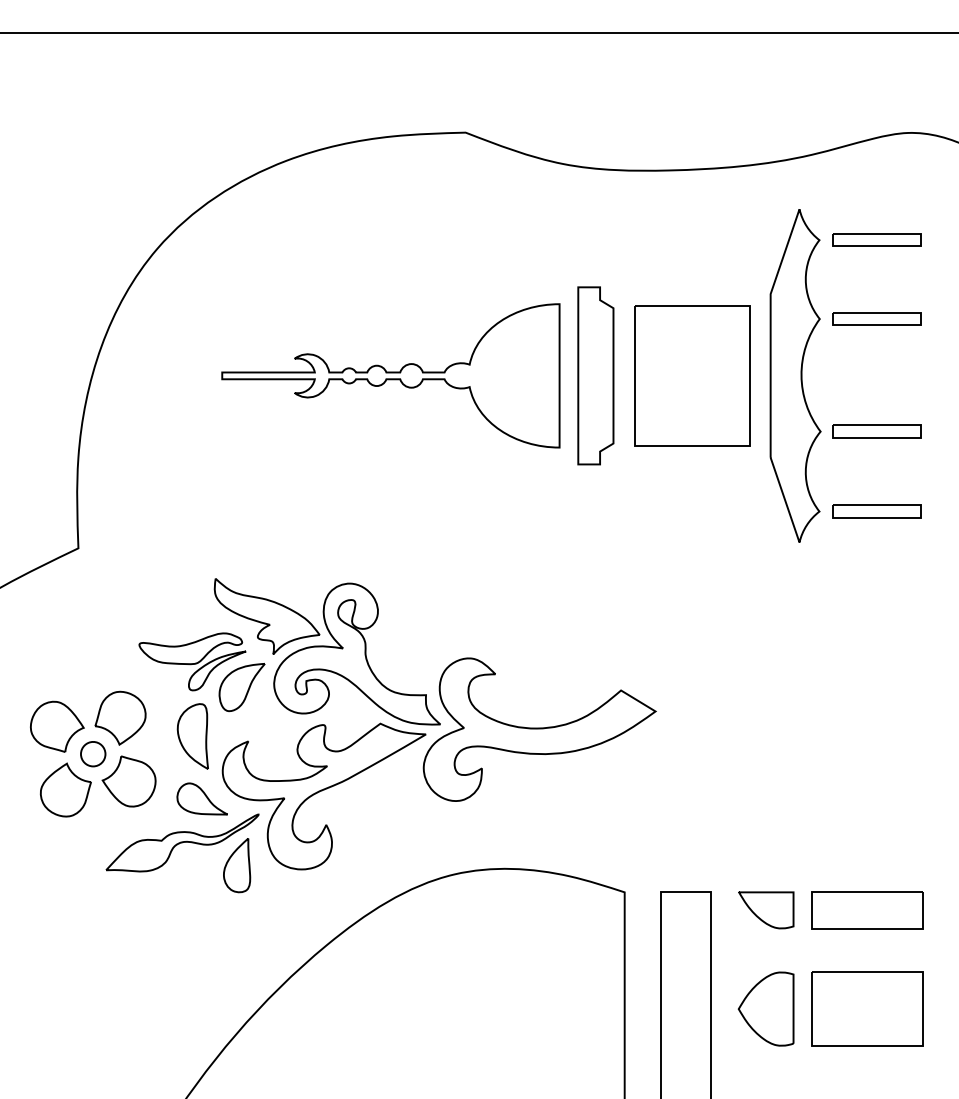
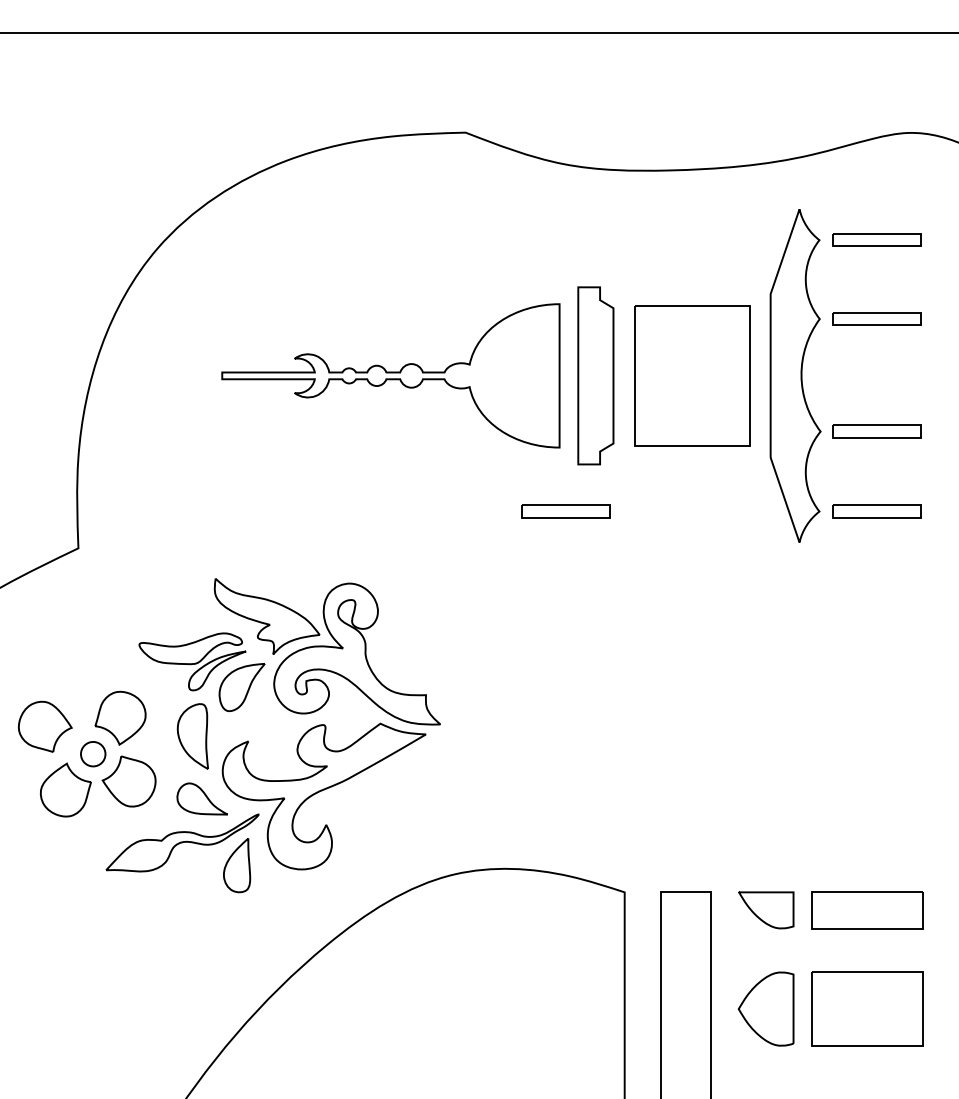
part at (565, 511): none -> present
part at (57, 726) position: (57, 726) -> (45, 726)
part at (539, 729): present -> none
